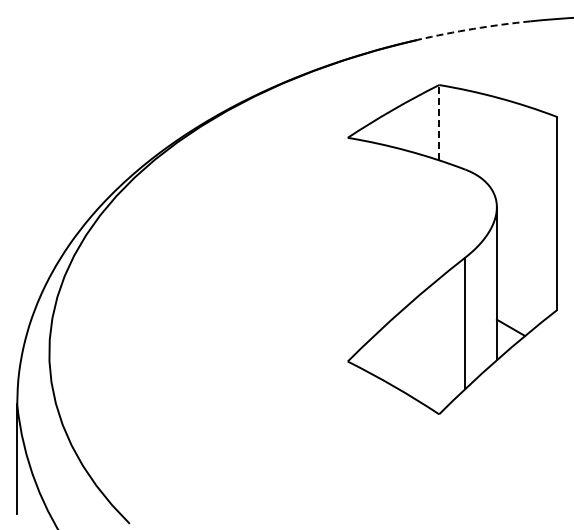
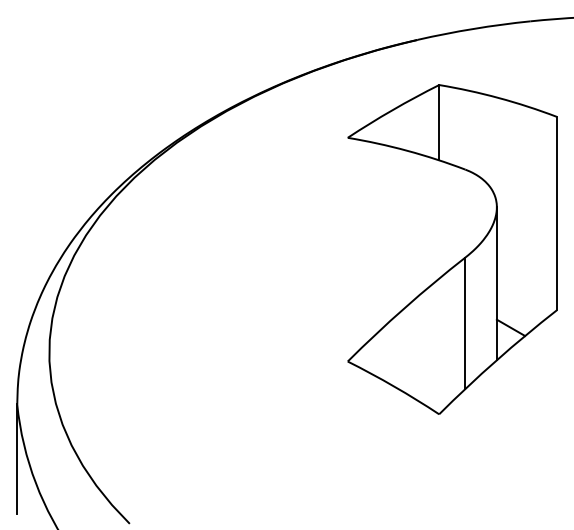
arc at (473, 28): dashed -> solid
line at (439, 122): dashed -> solid
